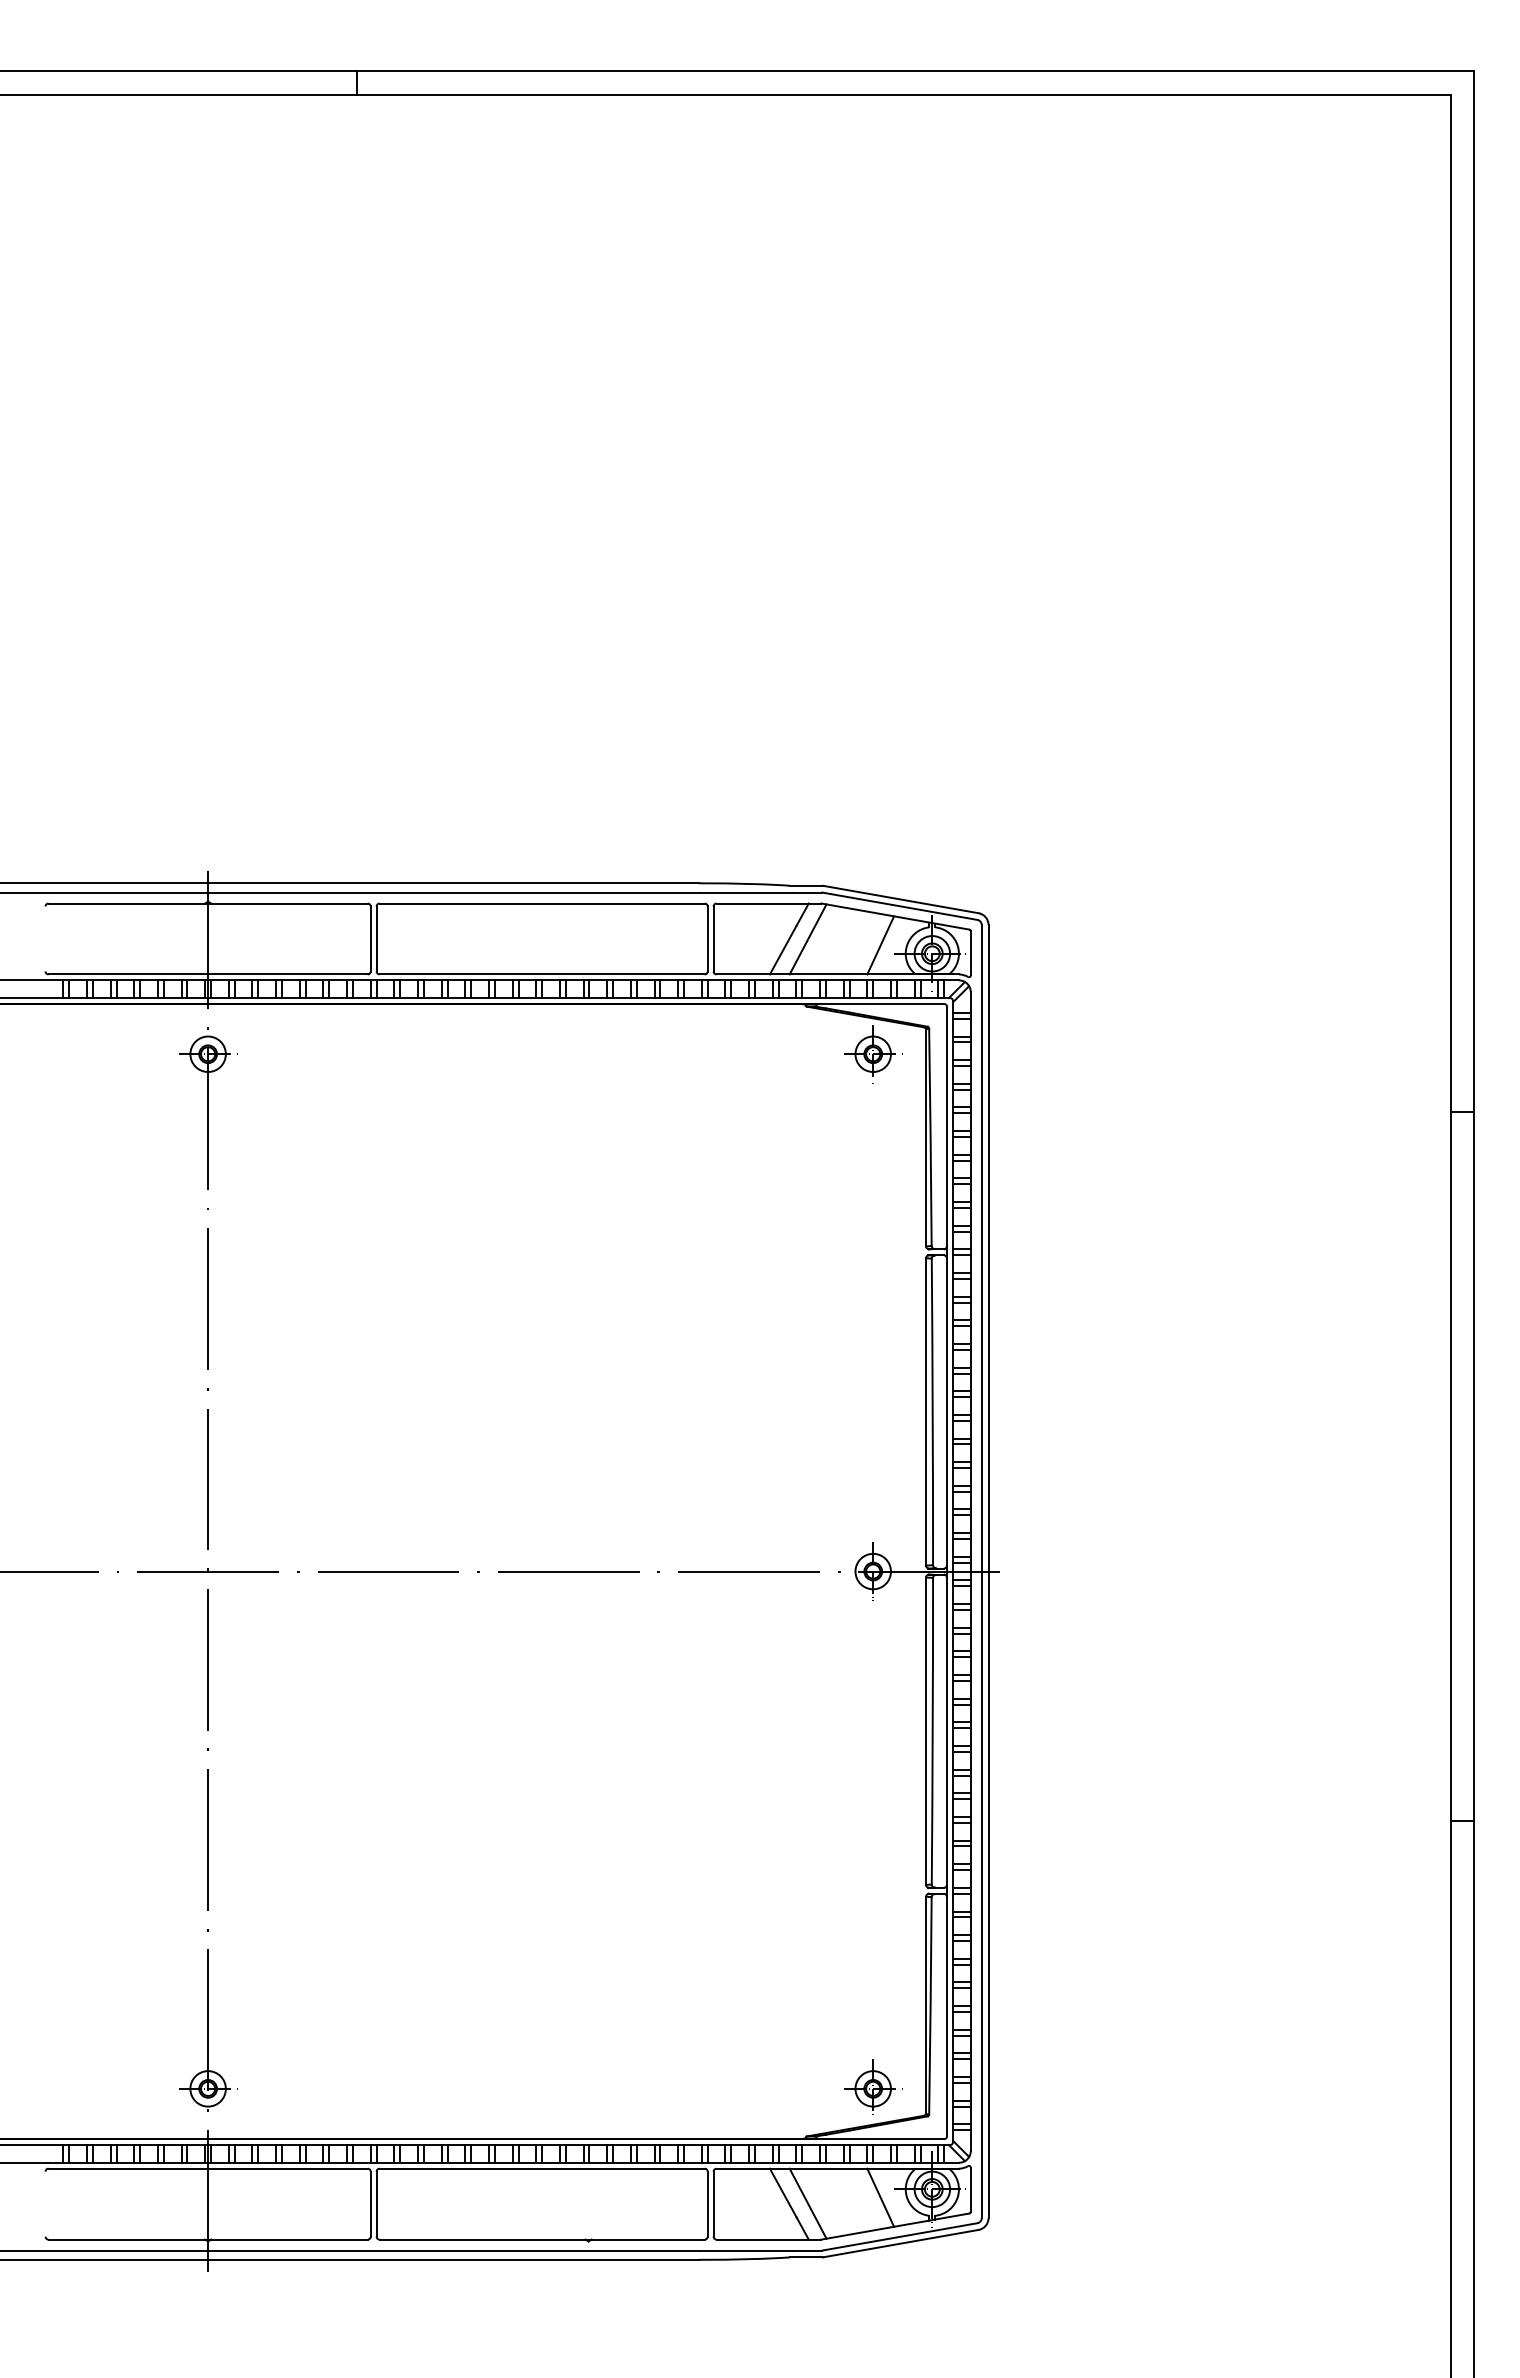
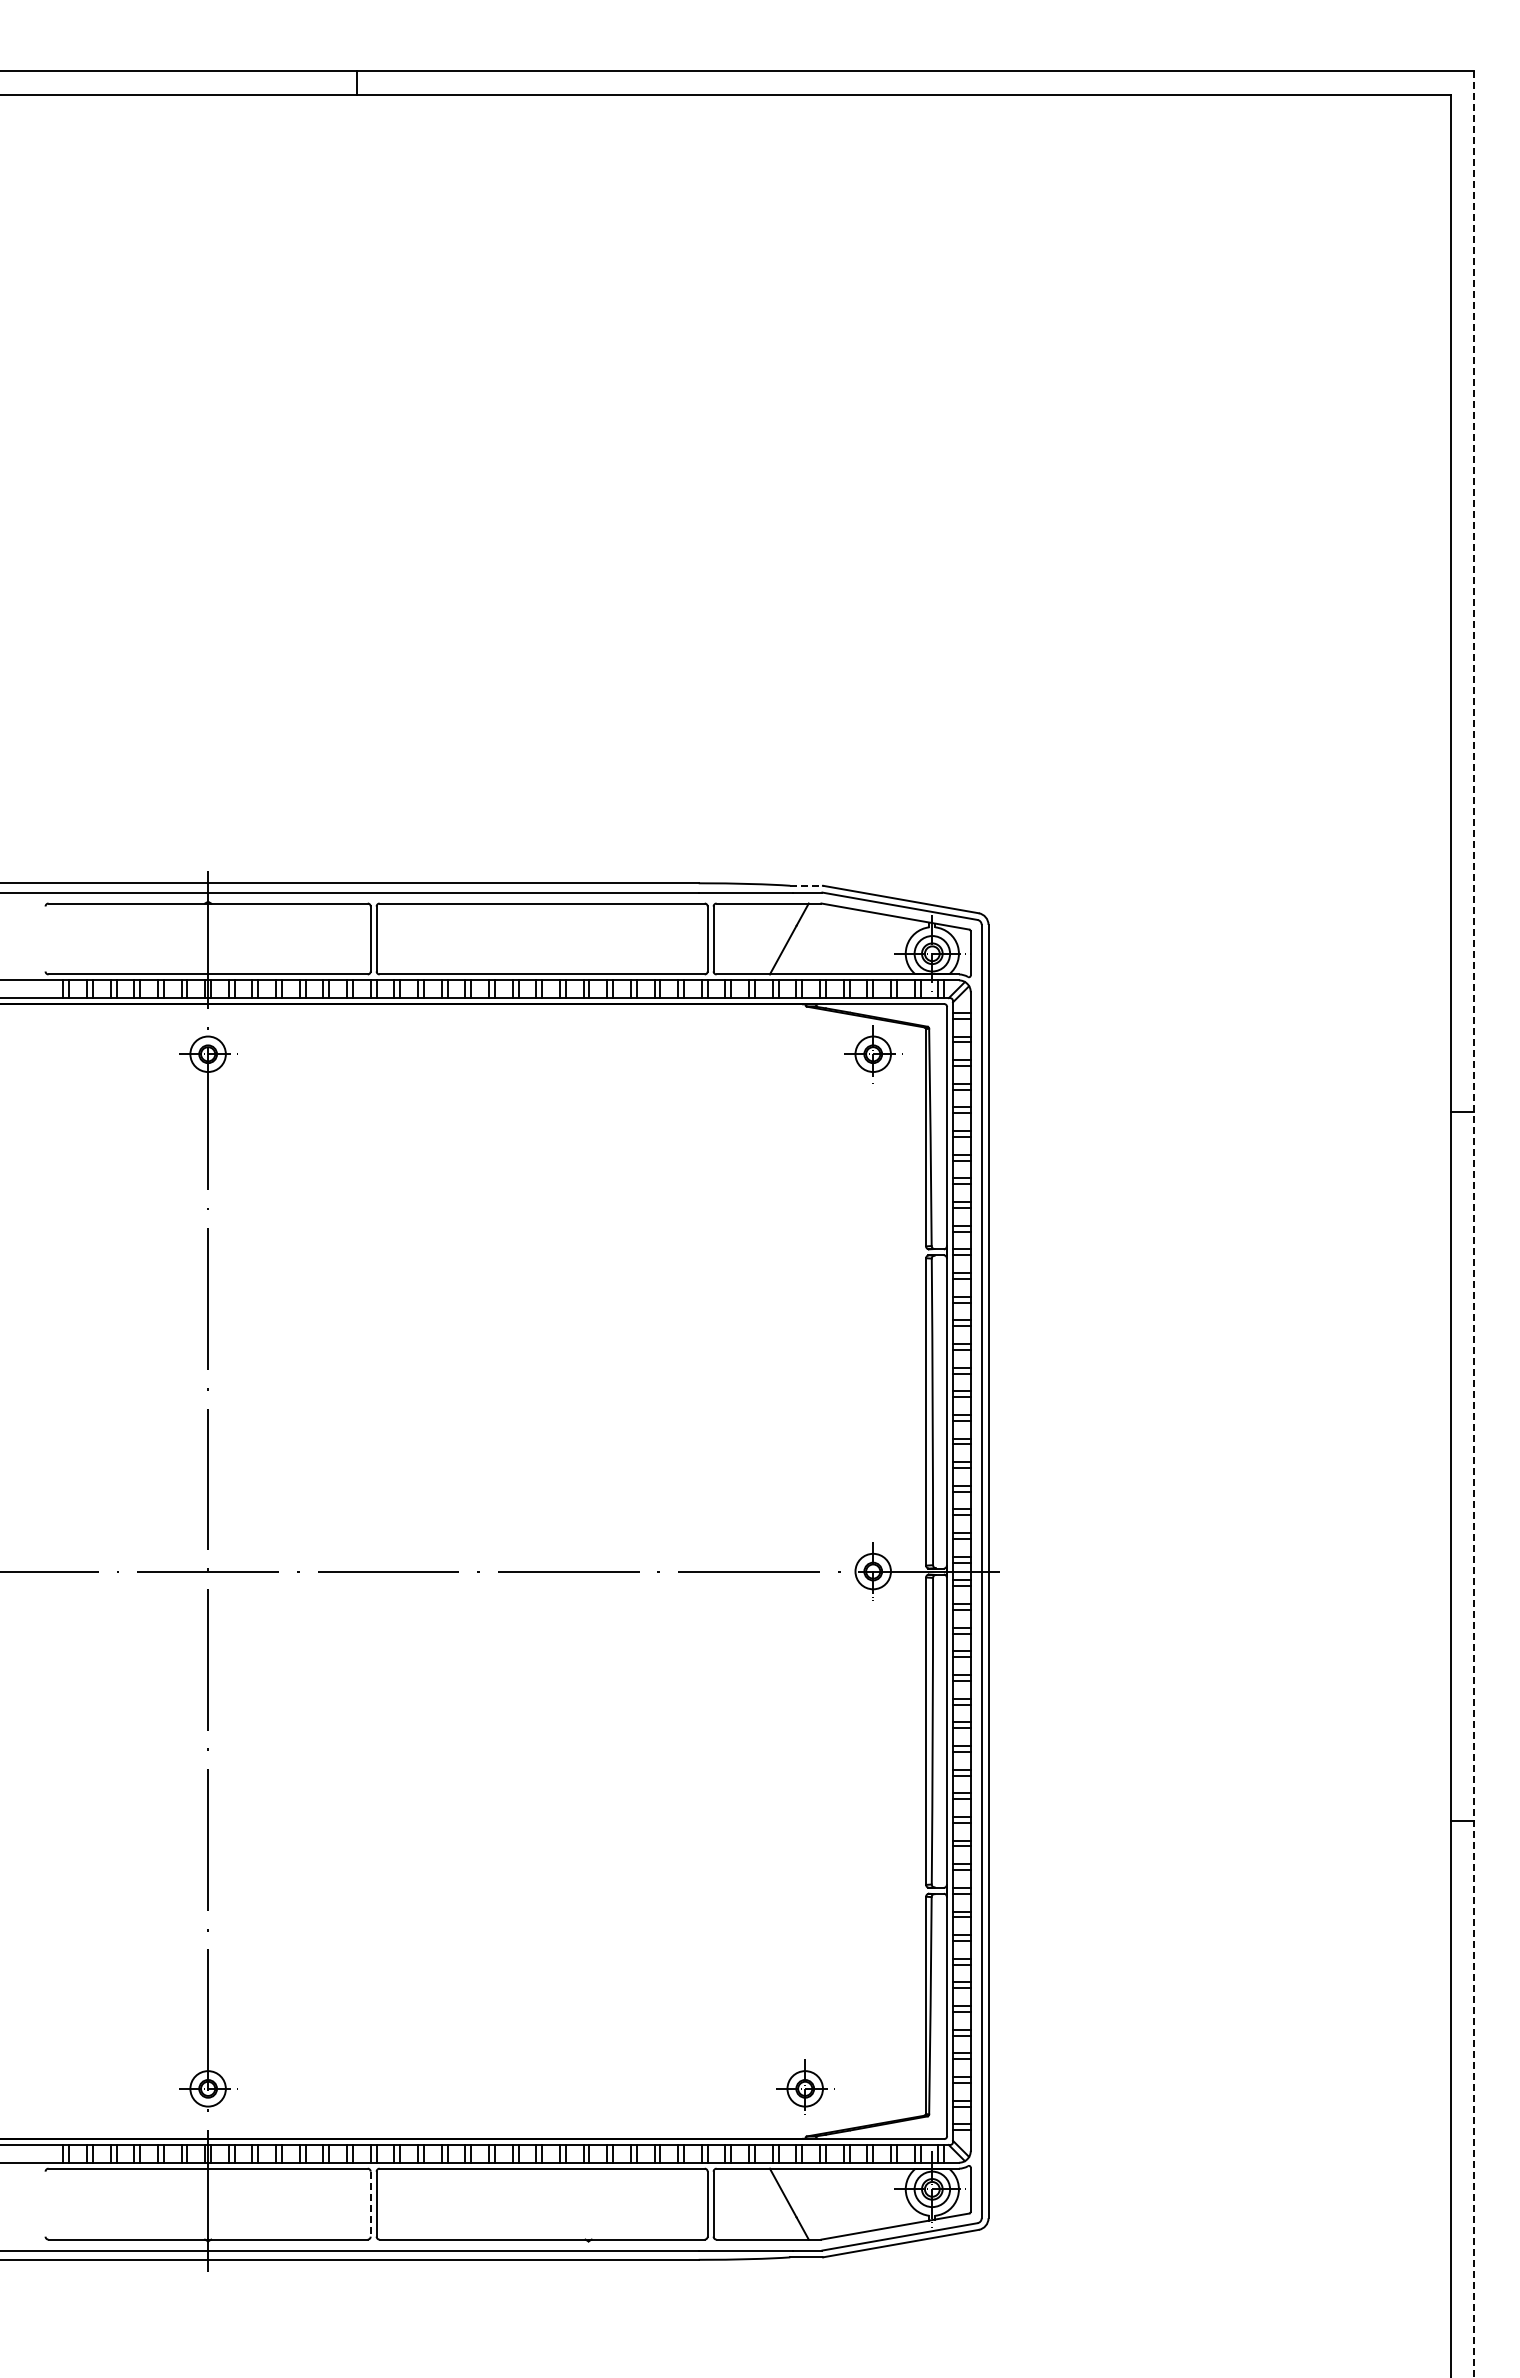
line at (806, 885): solid -> dashed
line at (807, 939): present -> none
line at (880, 945): present -> none
line at (1474, 1224): solid -> dashed
part at (873, 2086) position: (873, 2086) -> (805, 2086)
line at (880, 2197): present -> none
line at (807, 2203): present -> none
line at (370, 2204): solid -> dashed
